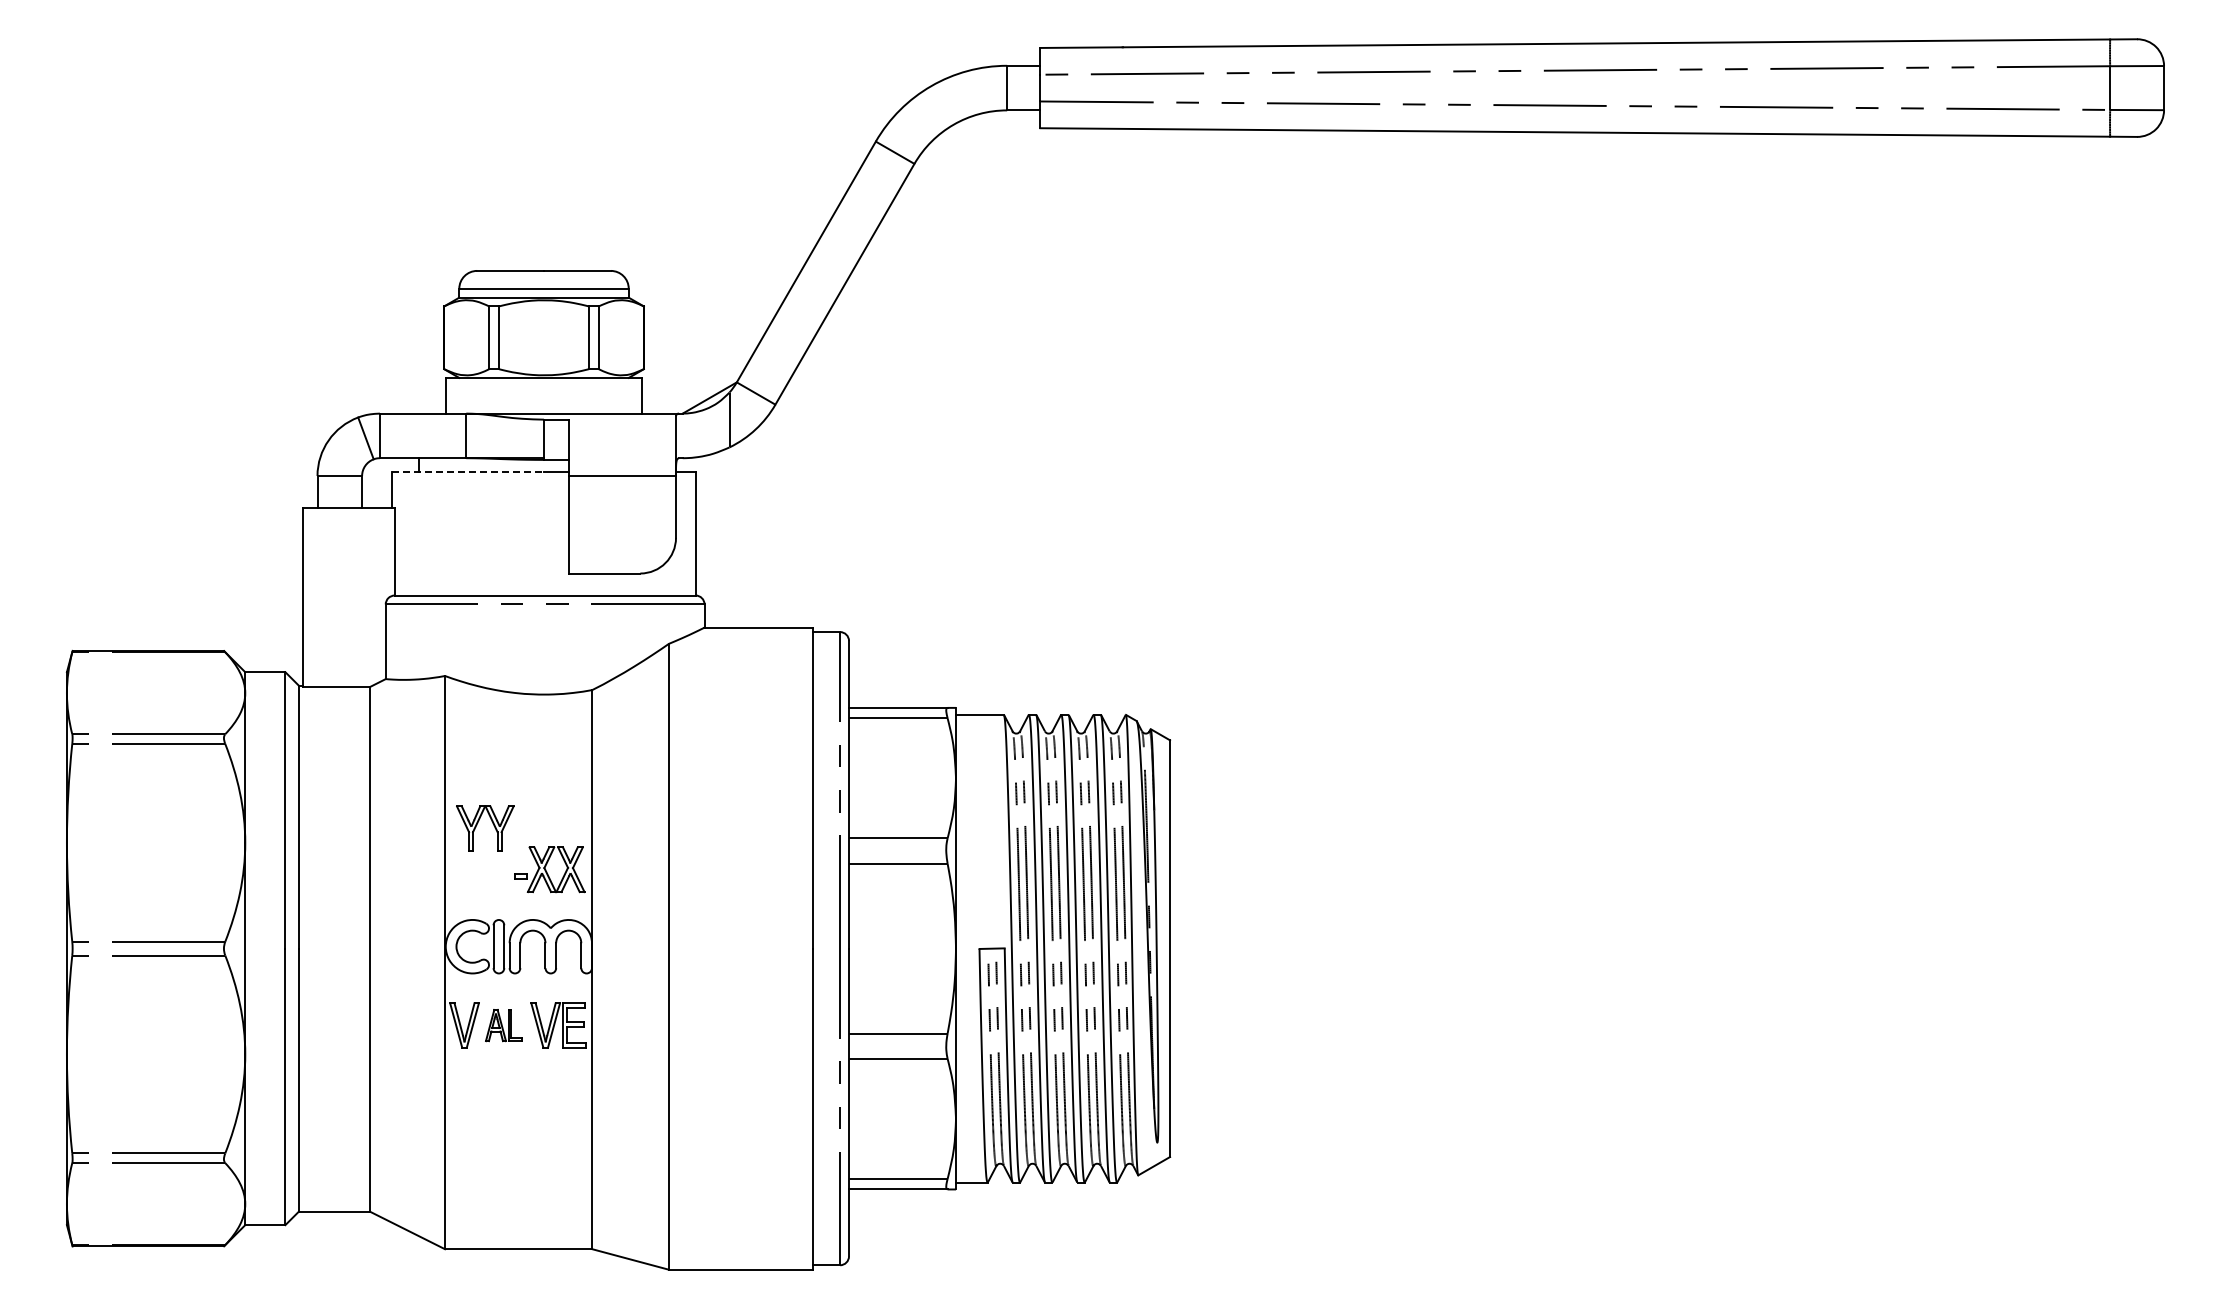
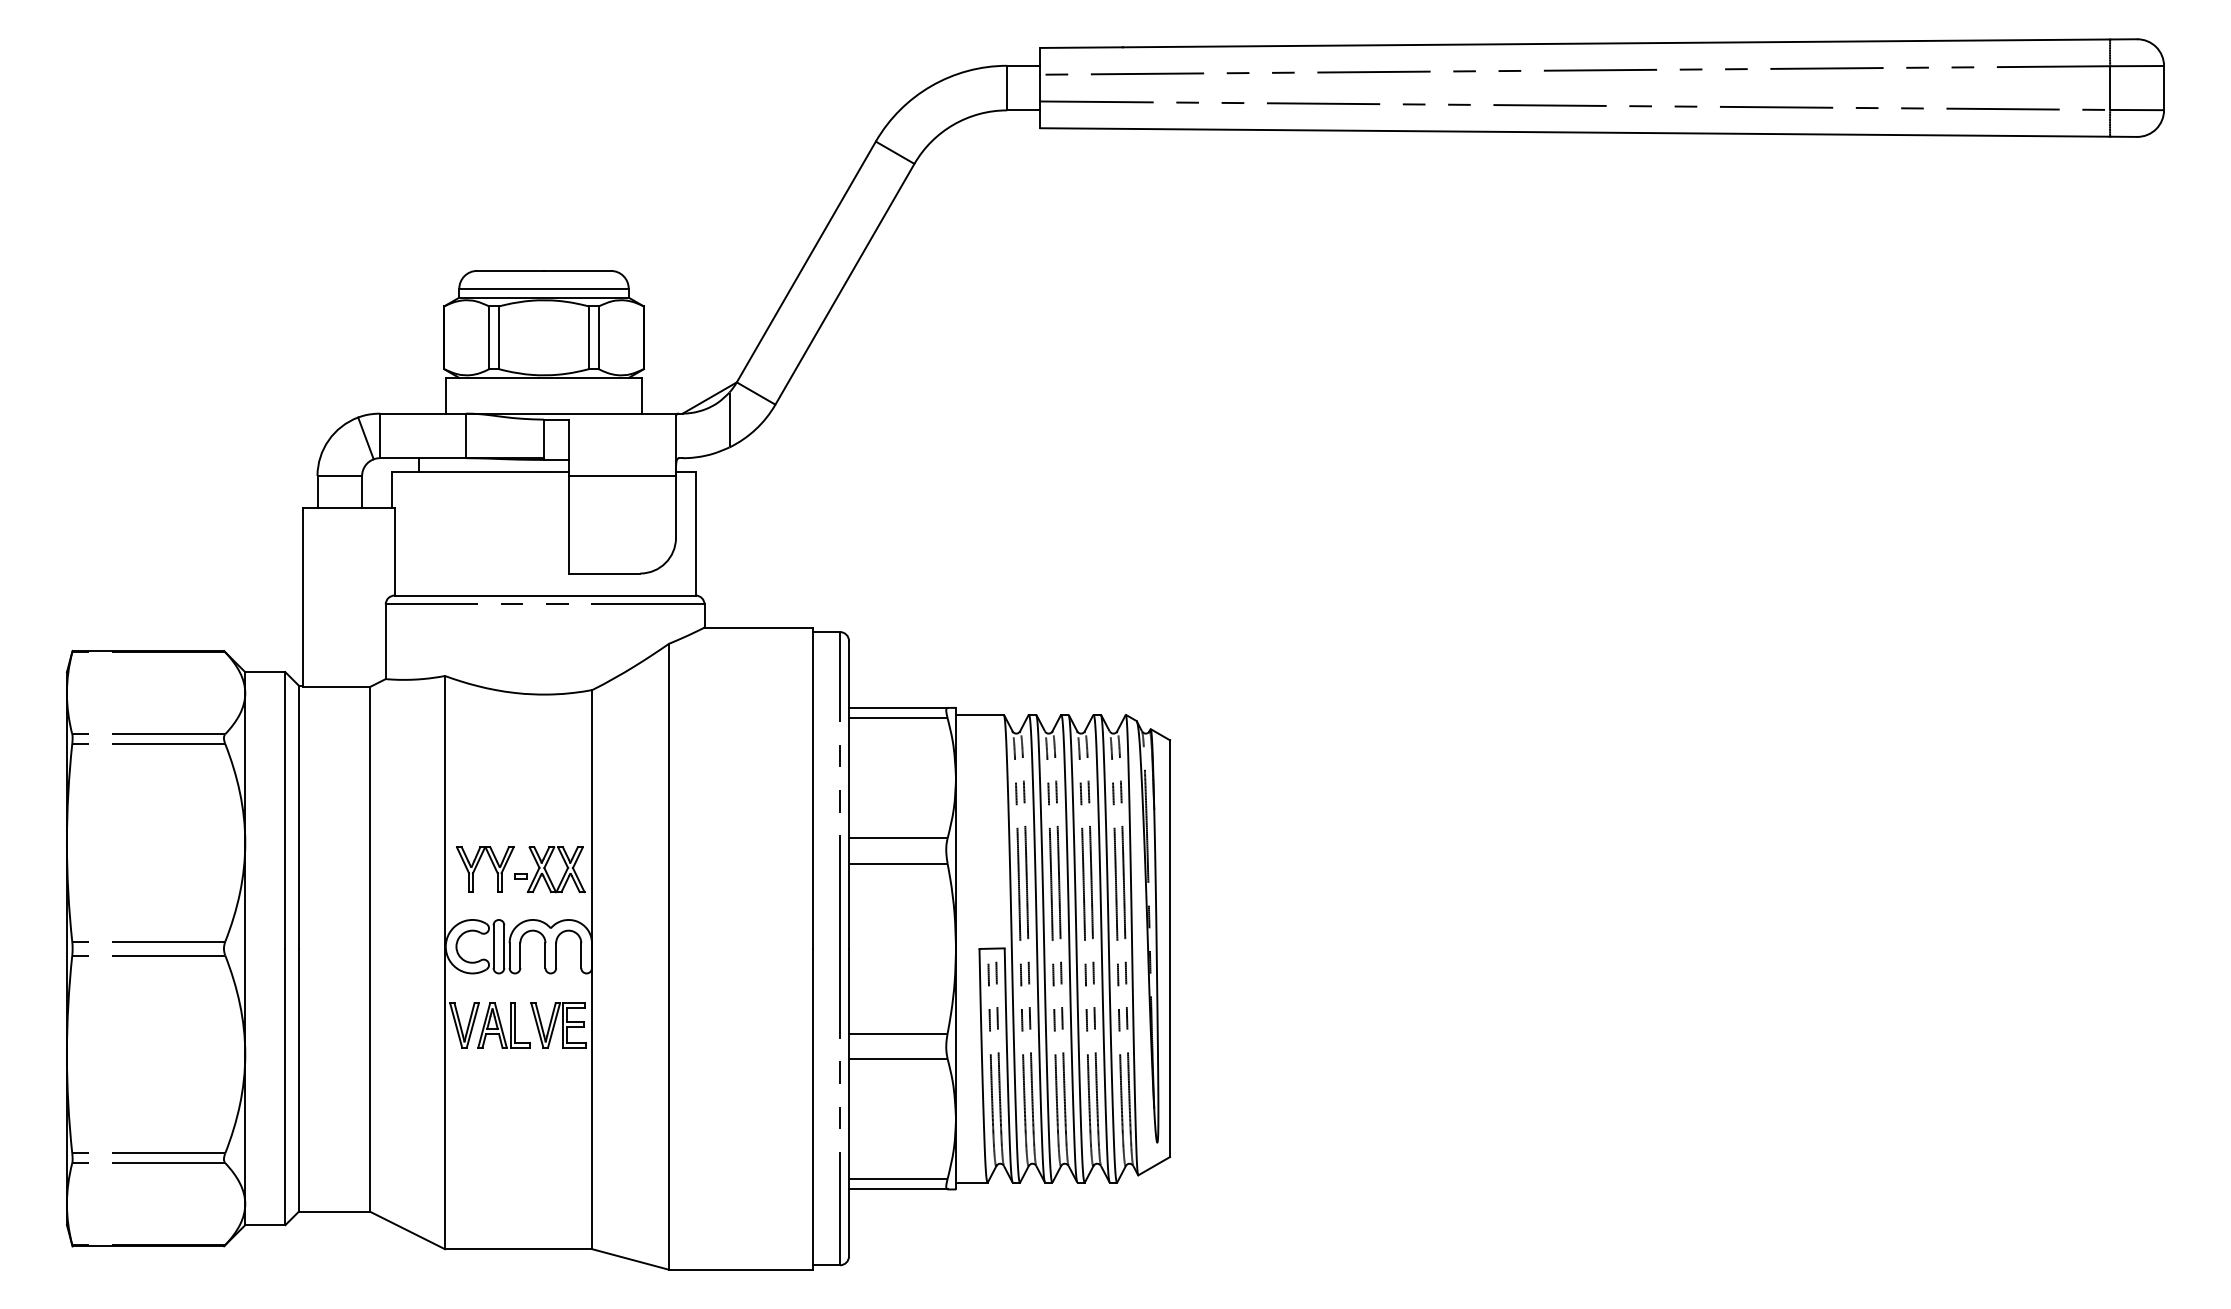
line at (468, 472): dashed -> solid
part at (477, 825) position: (477, 825) -> (477, 866)
part at (503, 1025) size: 38x34 px -> 54x47 px
